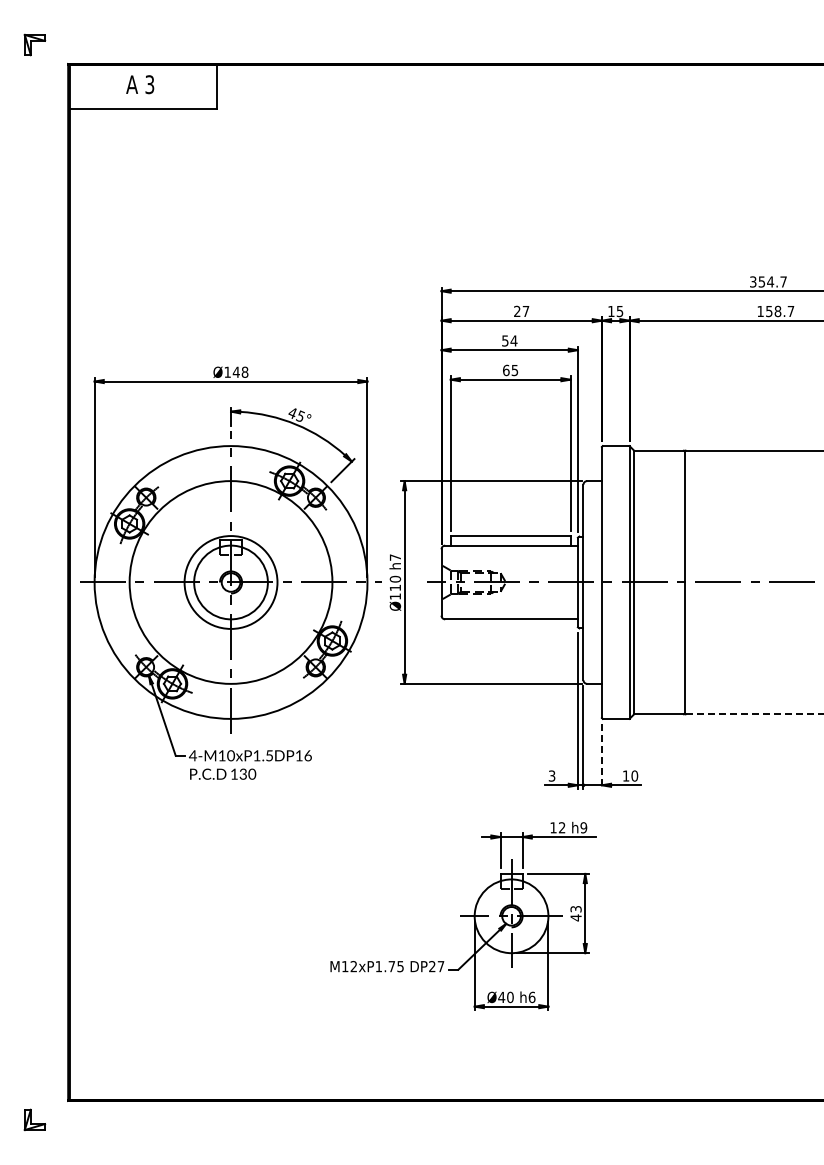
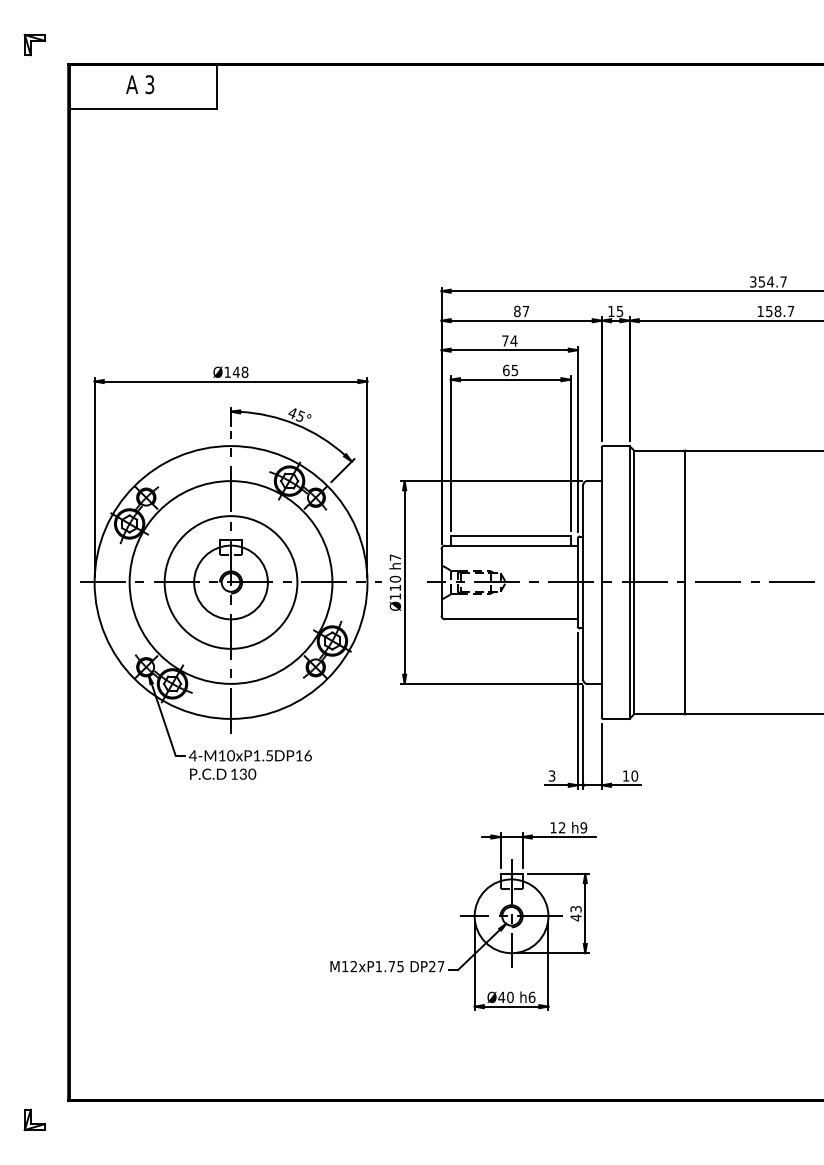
text at (517, 311): 27 -> 87
text at (505, 340): 54 -> 74
circle at (230, 582) diameter: 93 px -> 133 px
line at (754, 714): dashed -> solid
line at (601, 756): dashed -> solid
